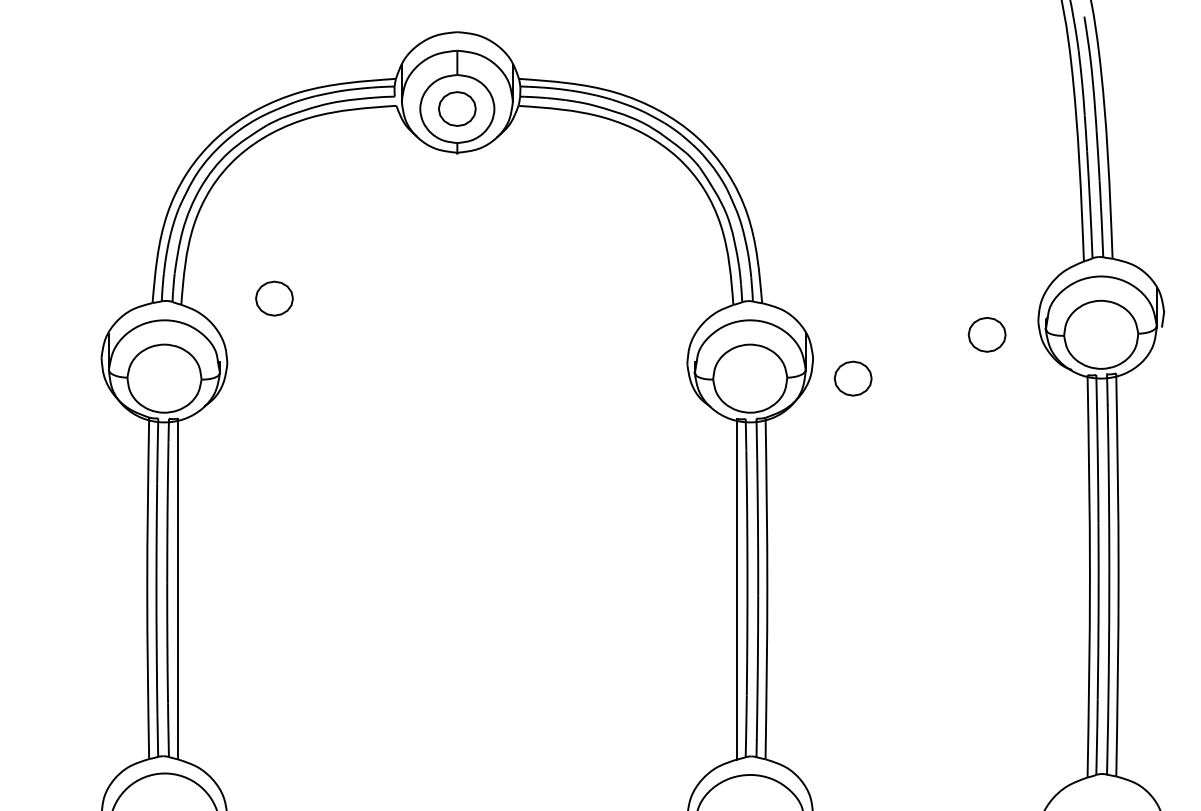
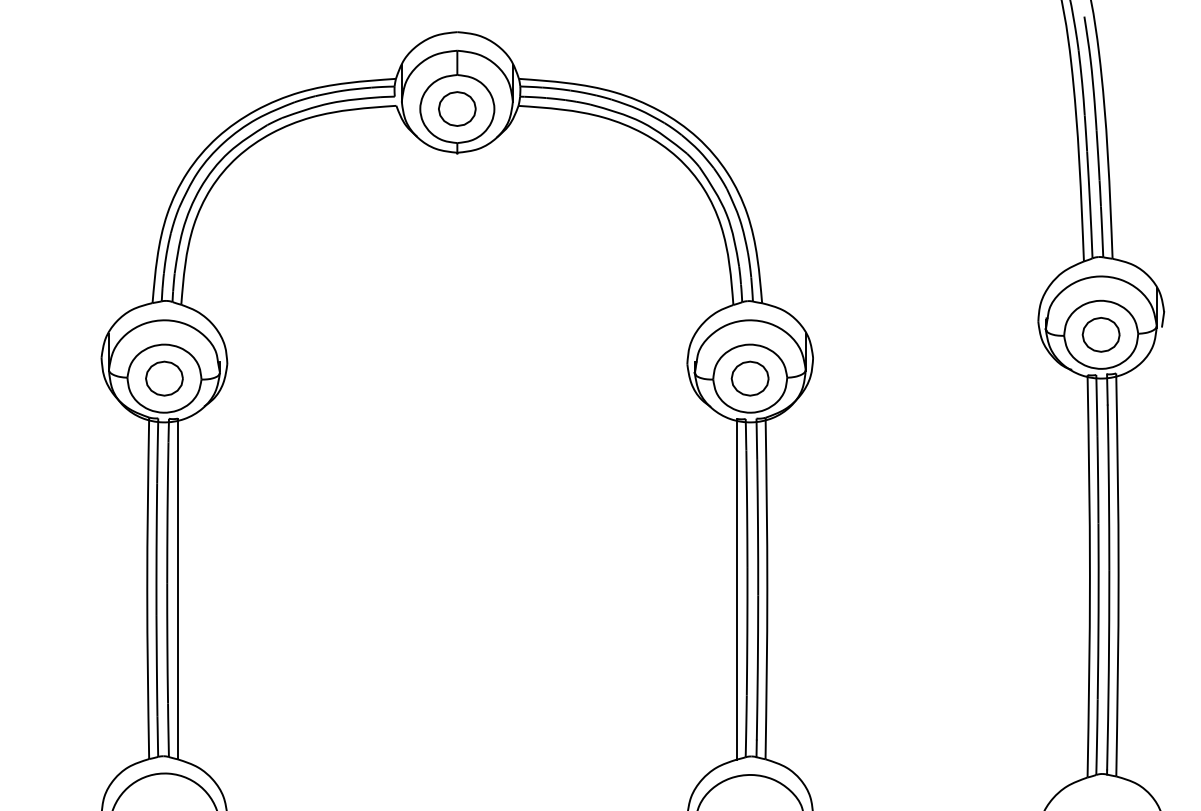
part at (274, 298) position: (274, 298) -> (164, 378)
part at (986, 334) position: (986, 334) -> (1100, 334)
part at (852, 378) position: (852, 378) -> (749, 378)
